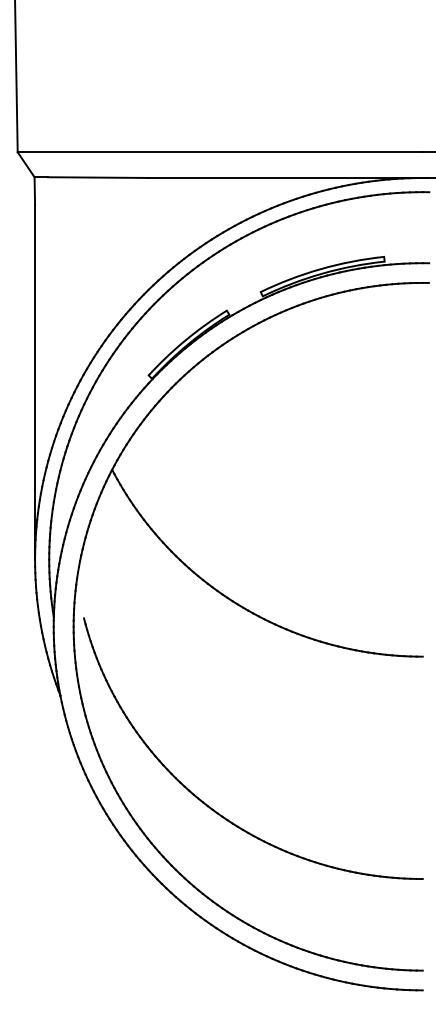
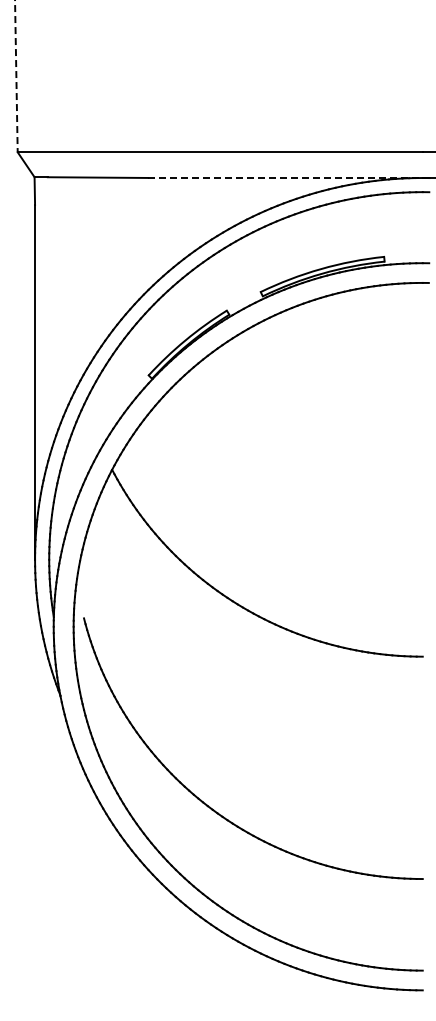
line at (16, 76): solid -> dashed
line at (286, 177): solid -> dashed
